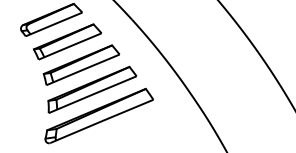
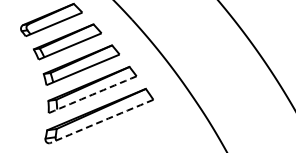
arc at (92, 94): solid -> dashed
arc at (101, 121): solid -> dashed
